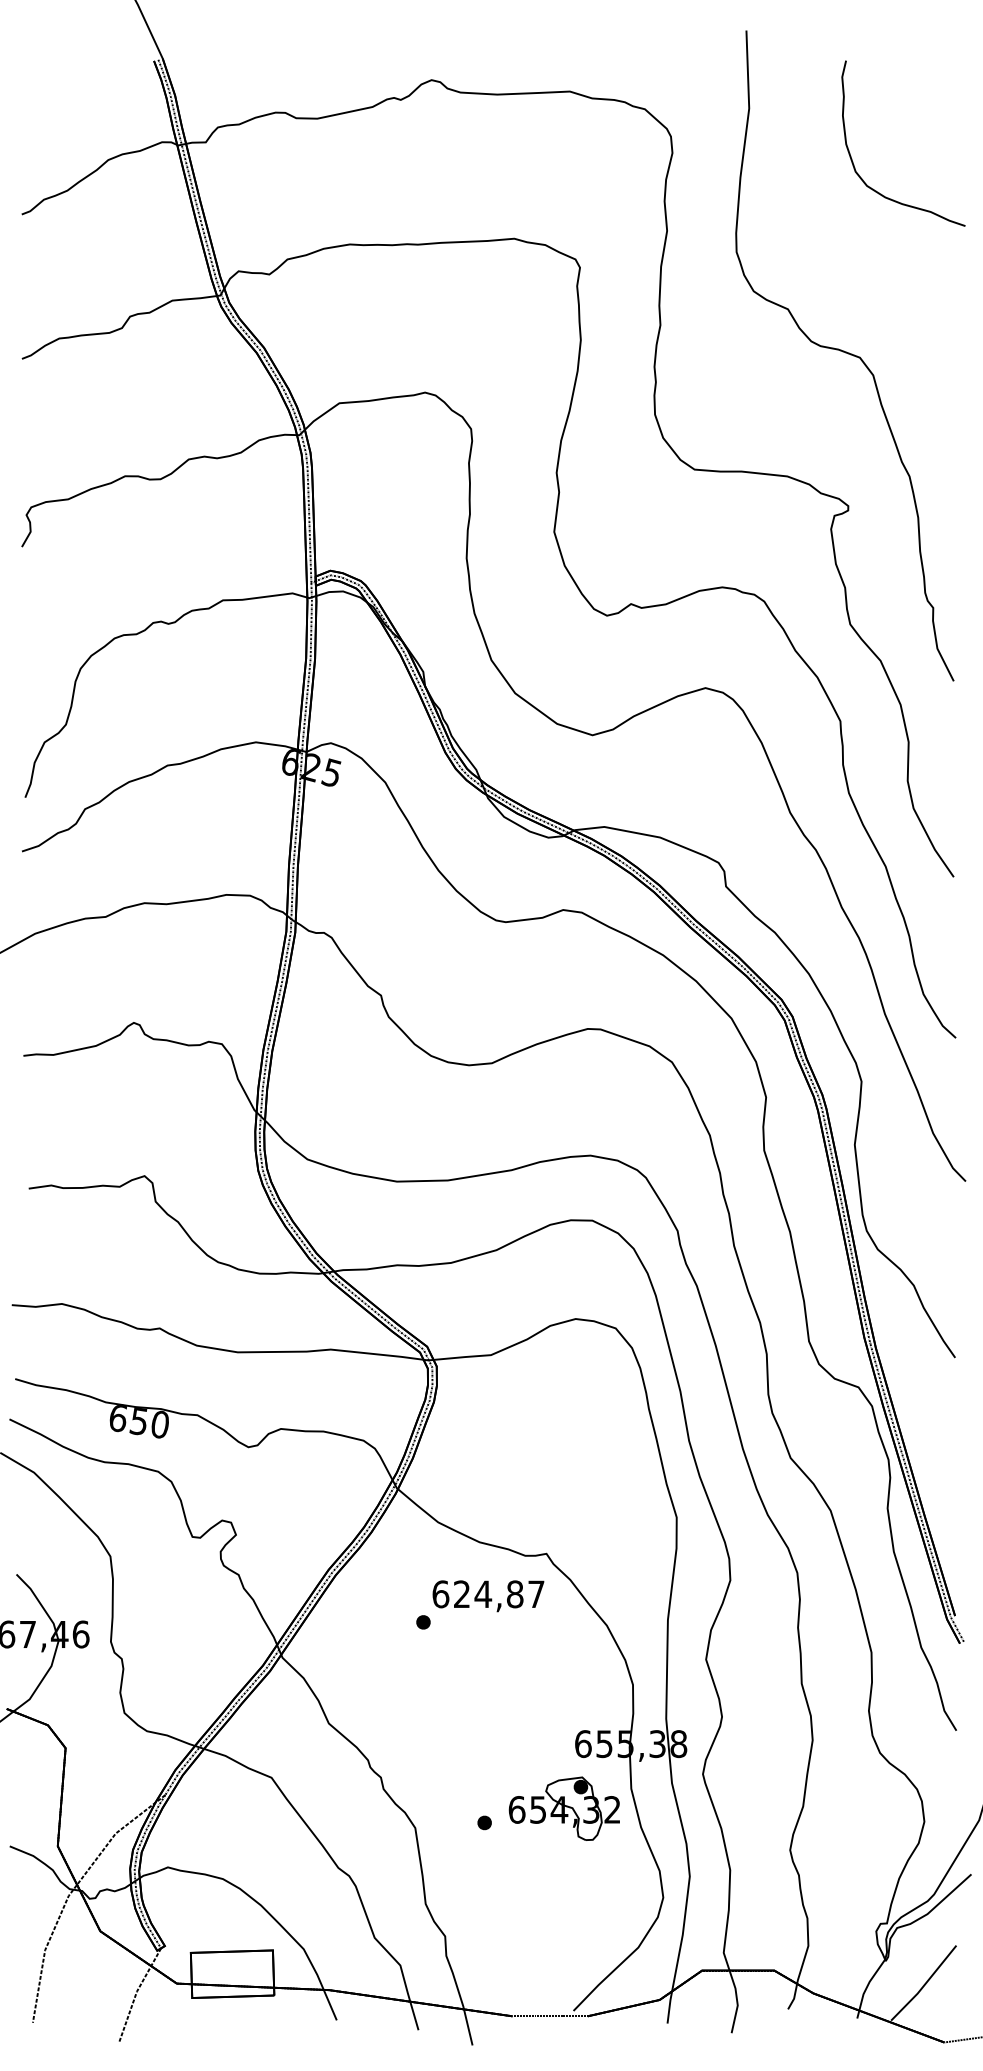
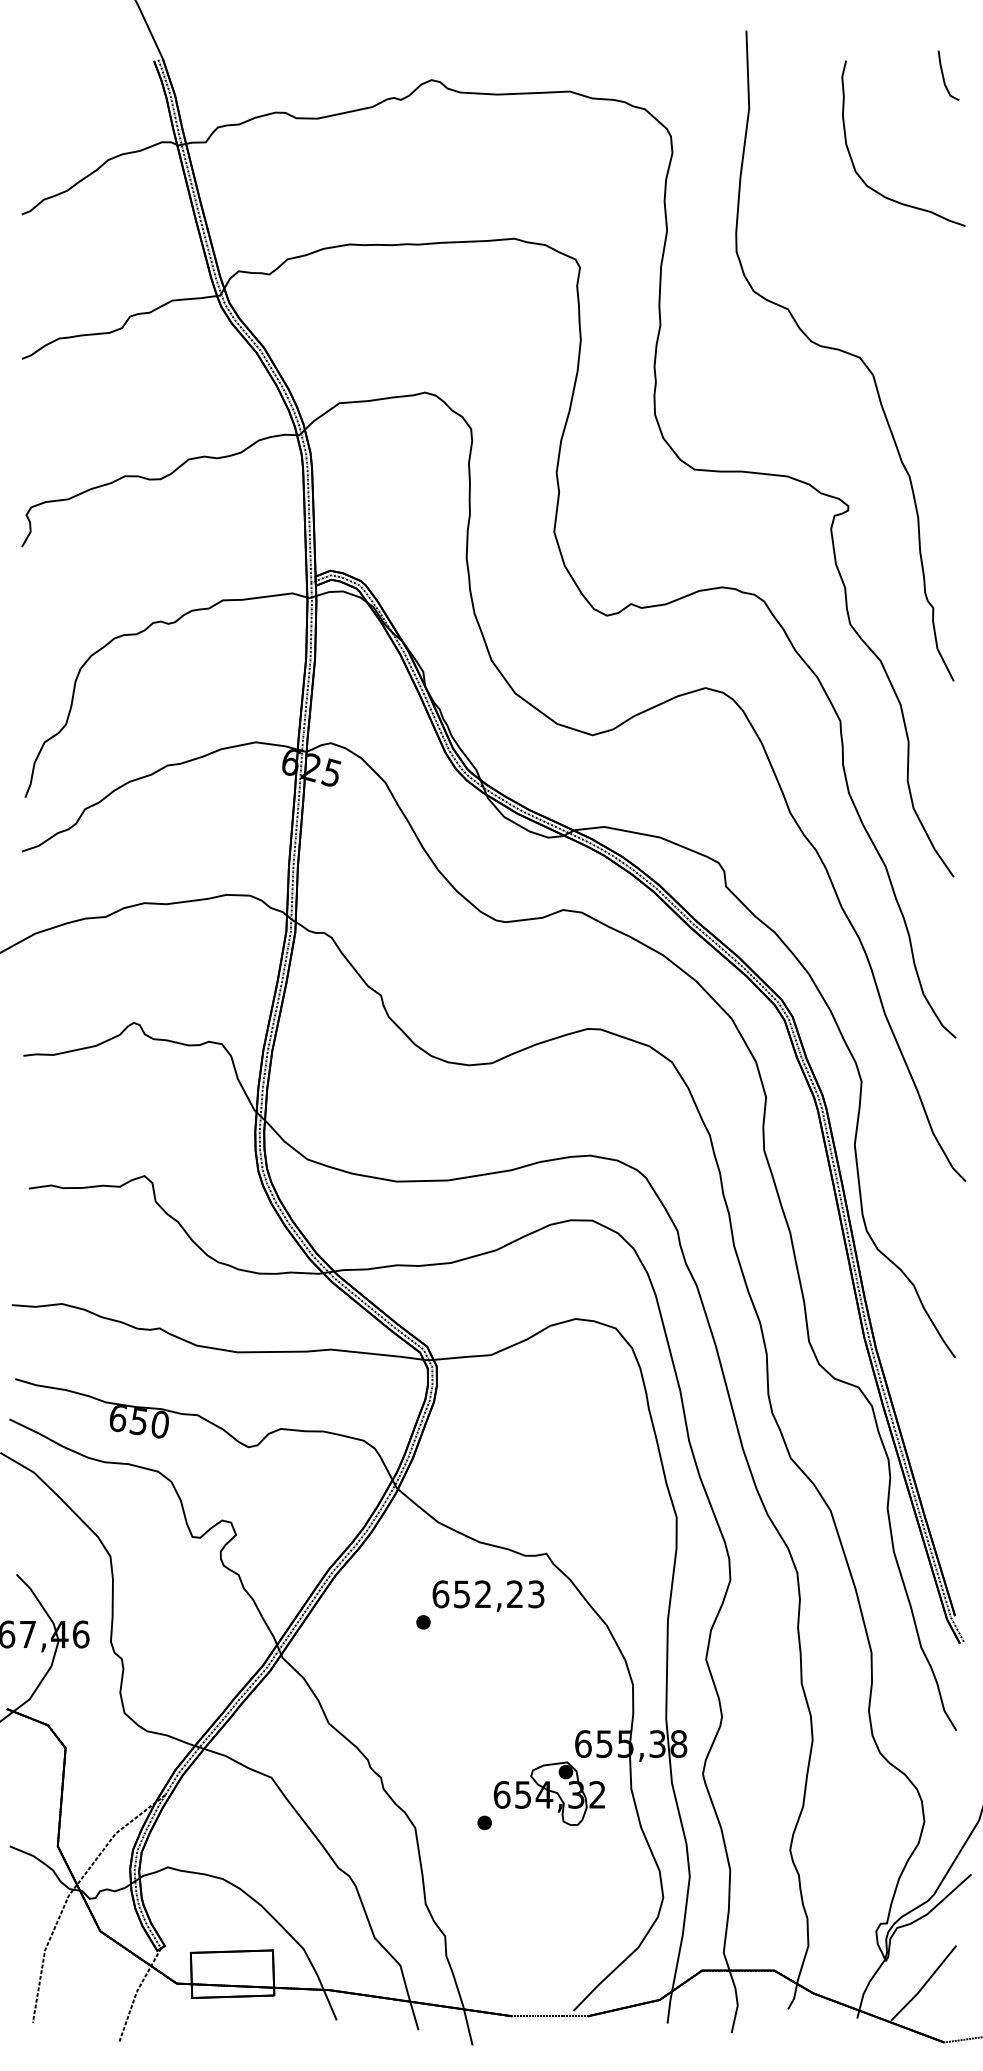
line at (944, 77): none -> present
text at (499, 1594): 624,87 -> 652,23
part at (563, 1808) position: (563, 1808) -> (548, 1793)
